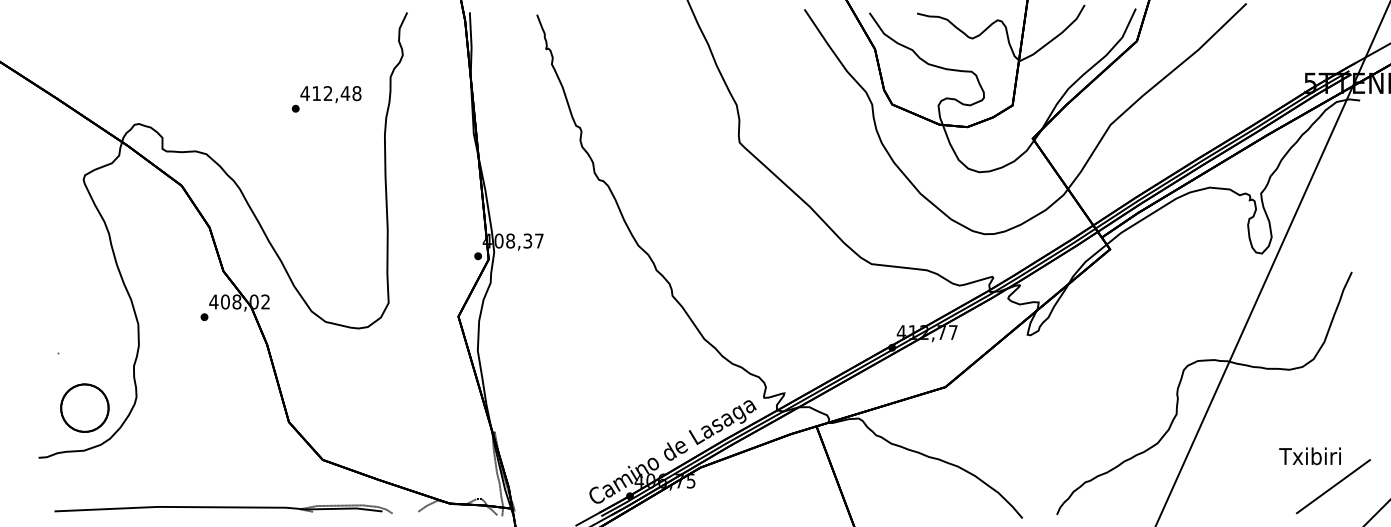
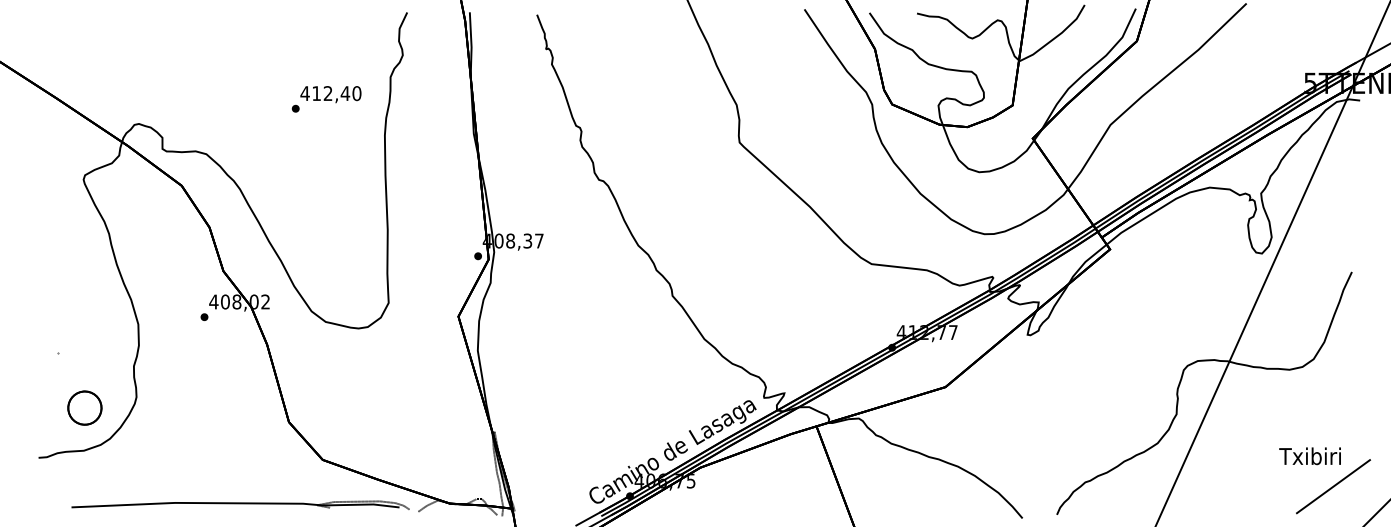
text at (356, 93): 412,48 -> 412,40
part at (84, 407) size: 50x50 px -> 36x36 px
part at (223, 508) position: (223, 508) -> (240, 504)
